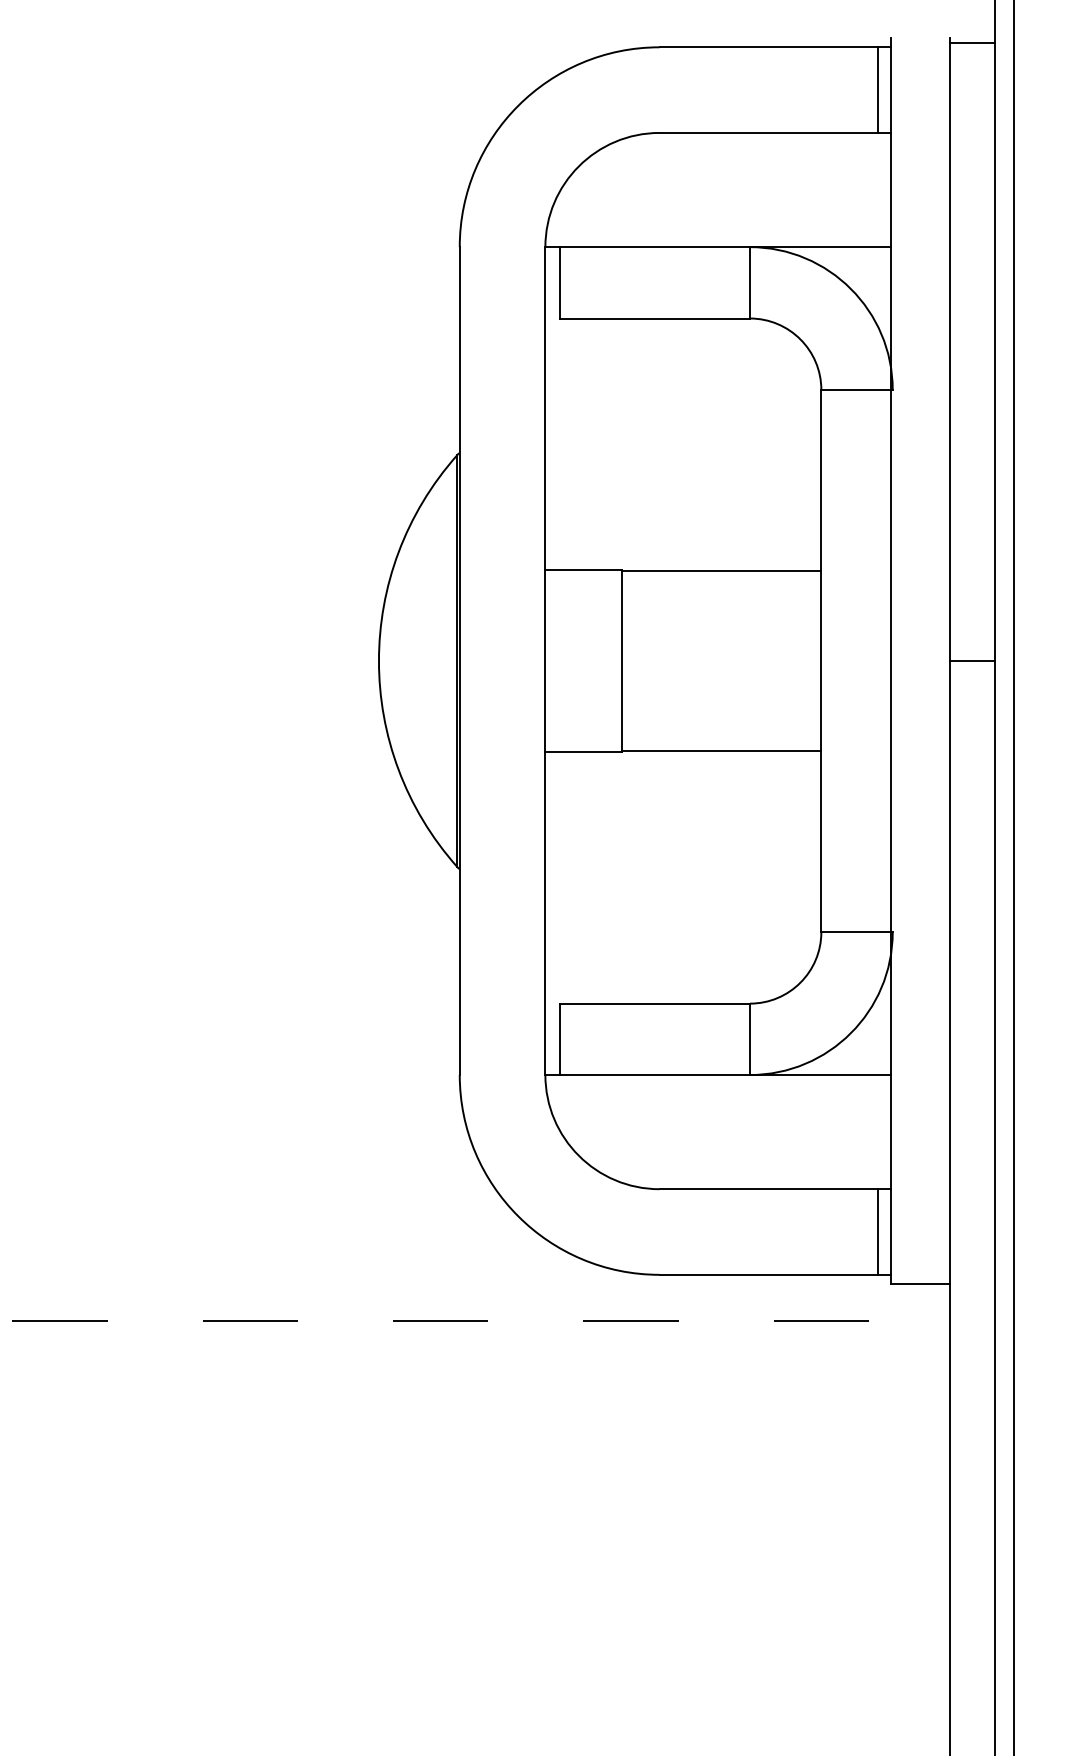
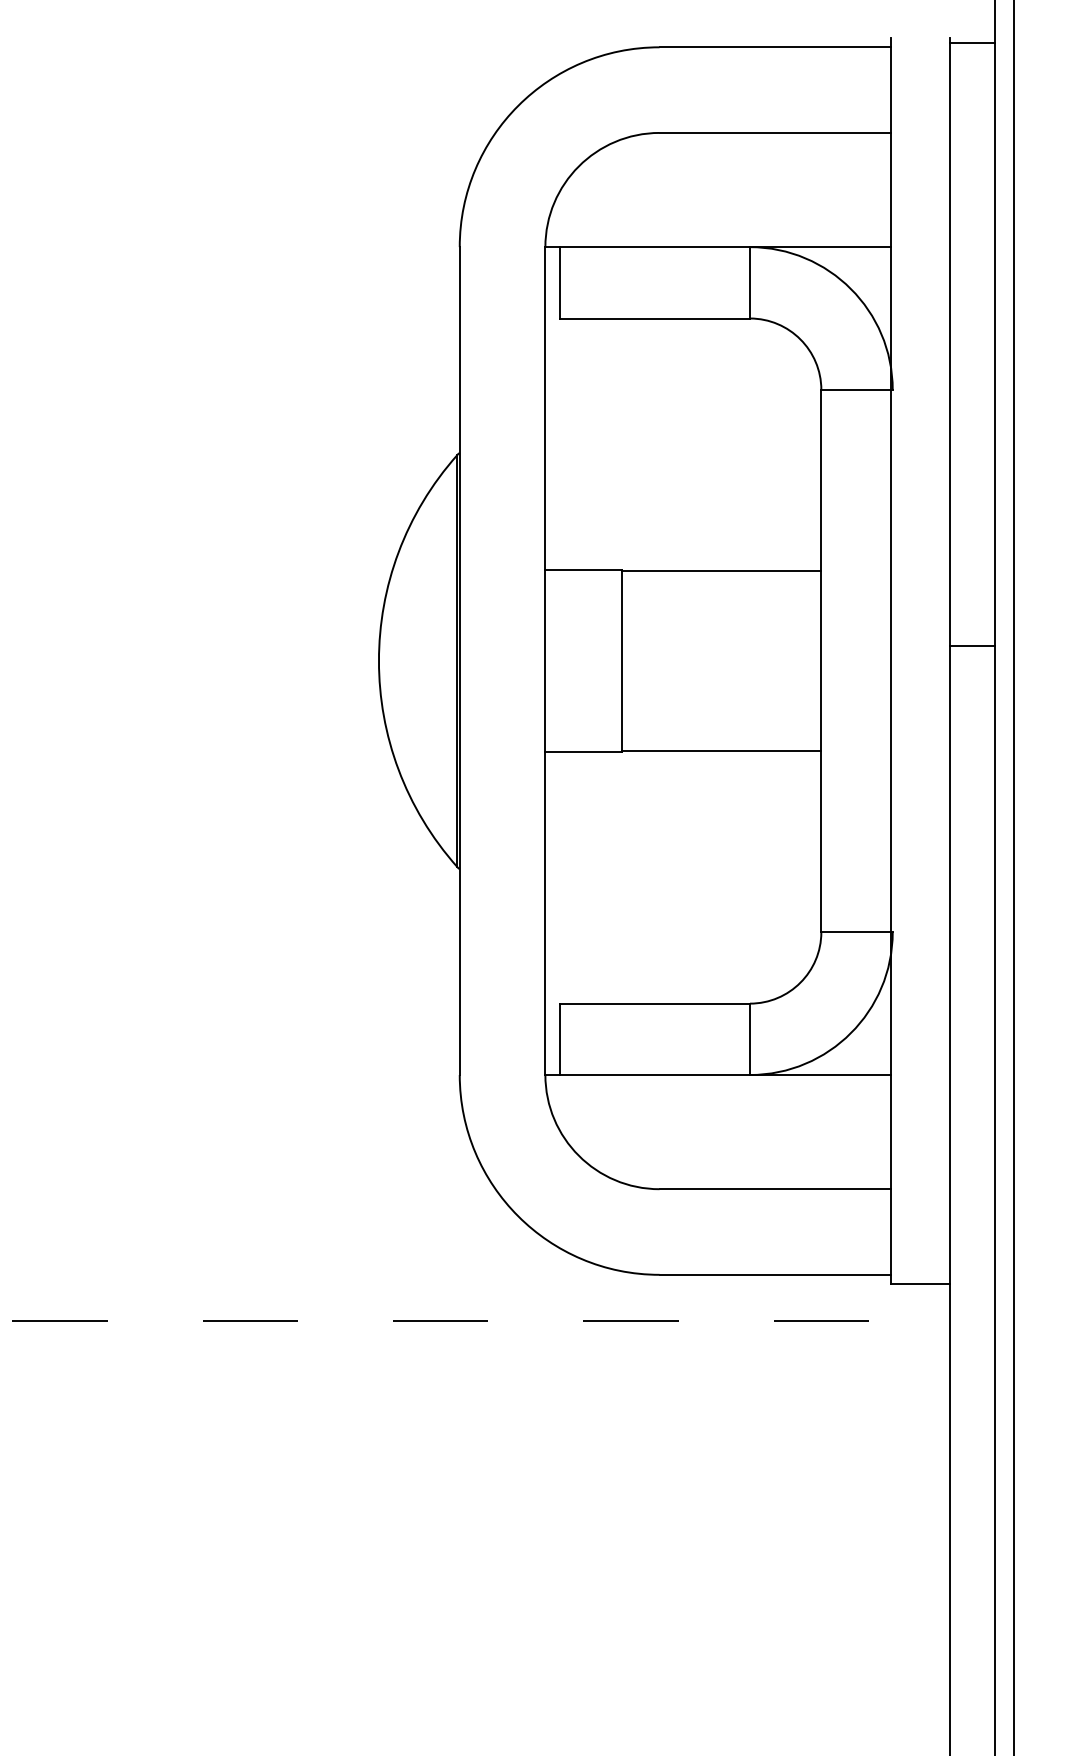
line at (878, 89): present -> none
line at (971, 661) position: (971, 661) -> (971, 646)
line at (878, 1231): present -> none
